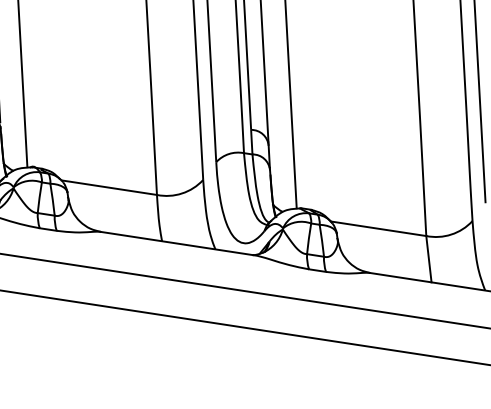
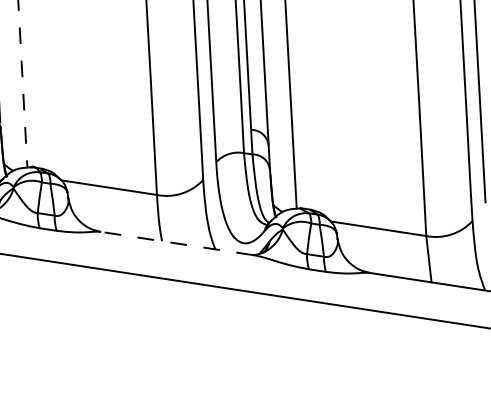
line at (22, 84): solid -> dashed
line at (176, 243): solid -> dashed
line at (244, 327): present -> none
